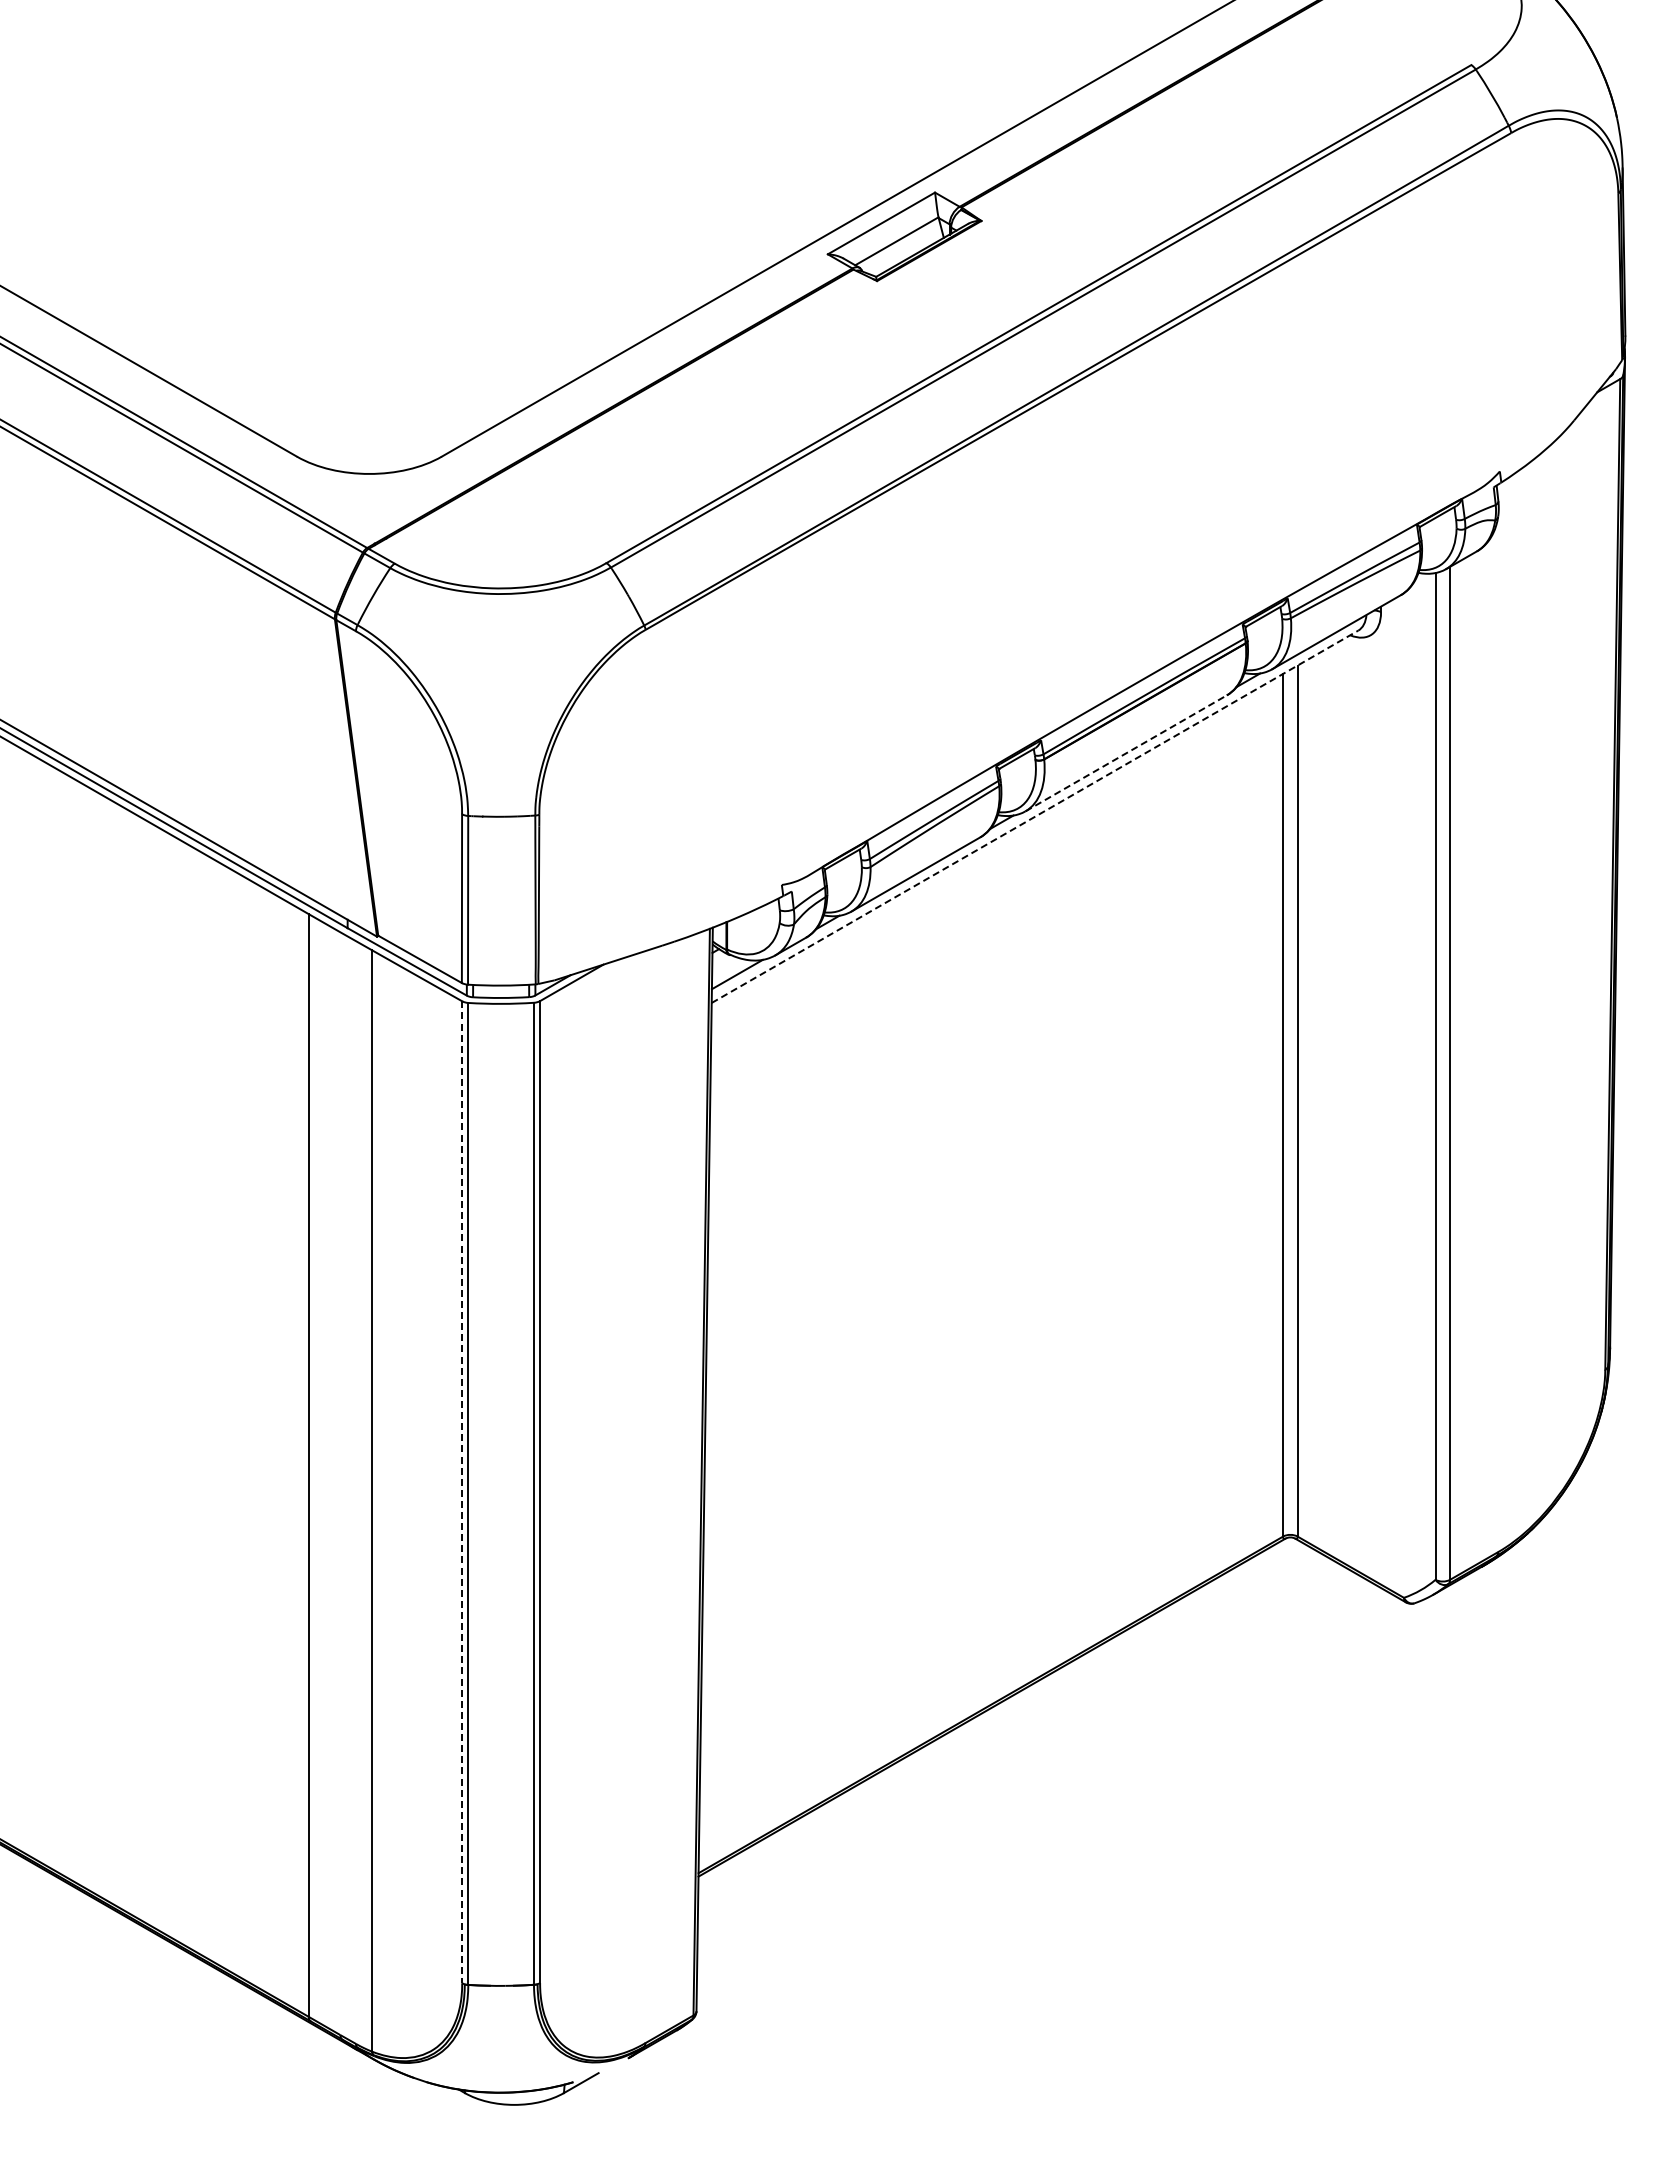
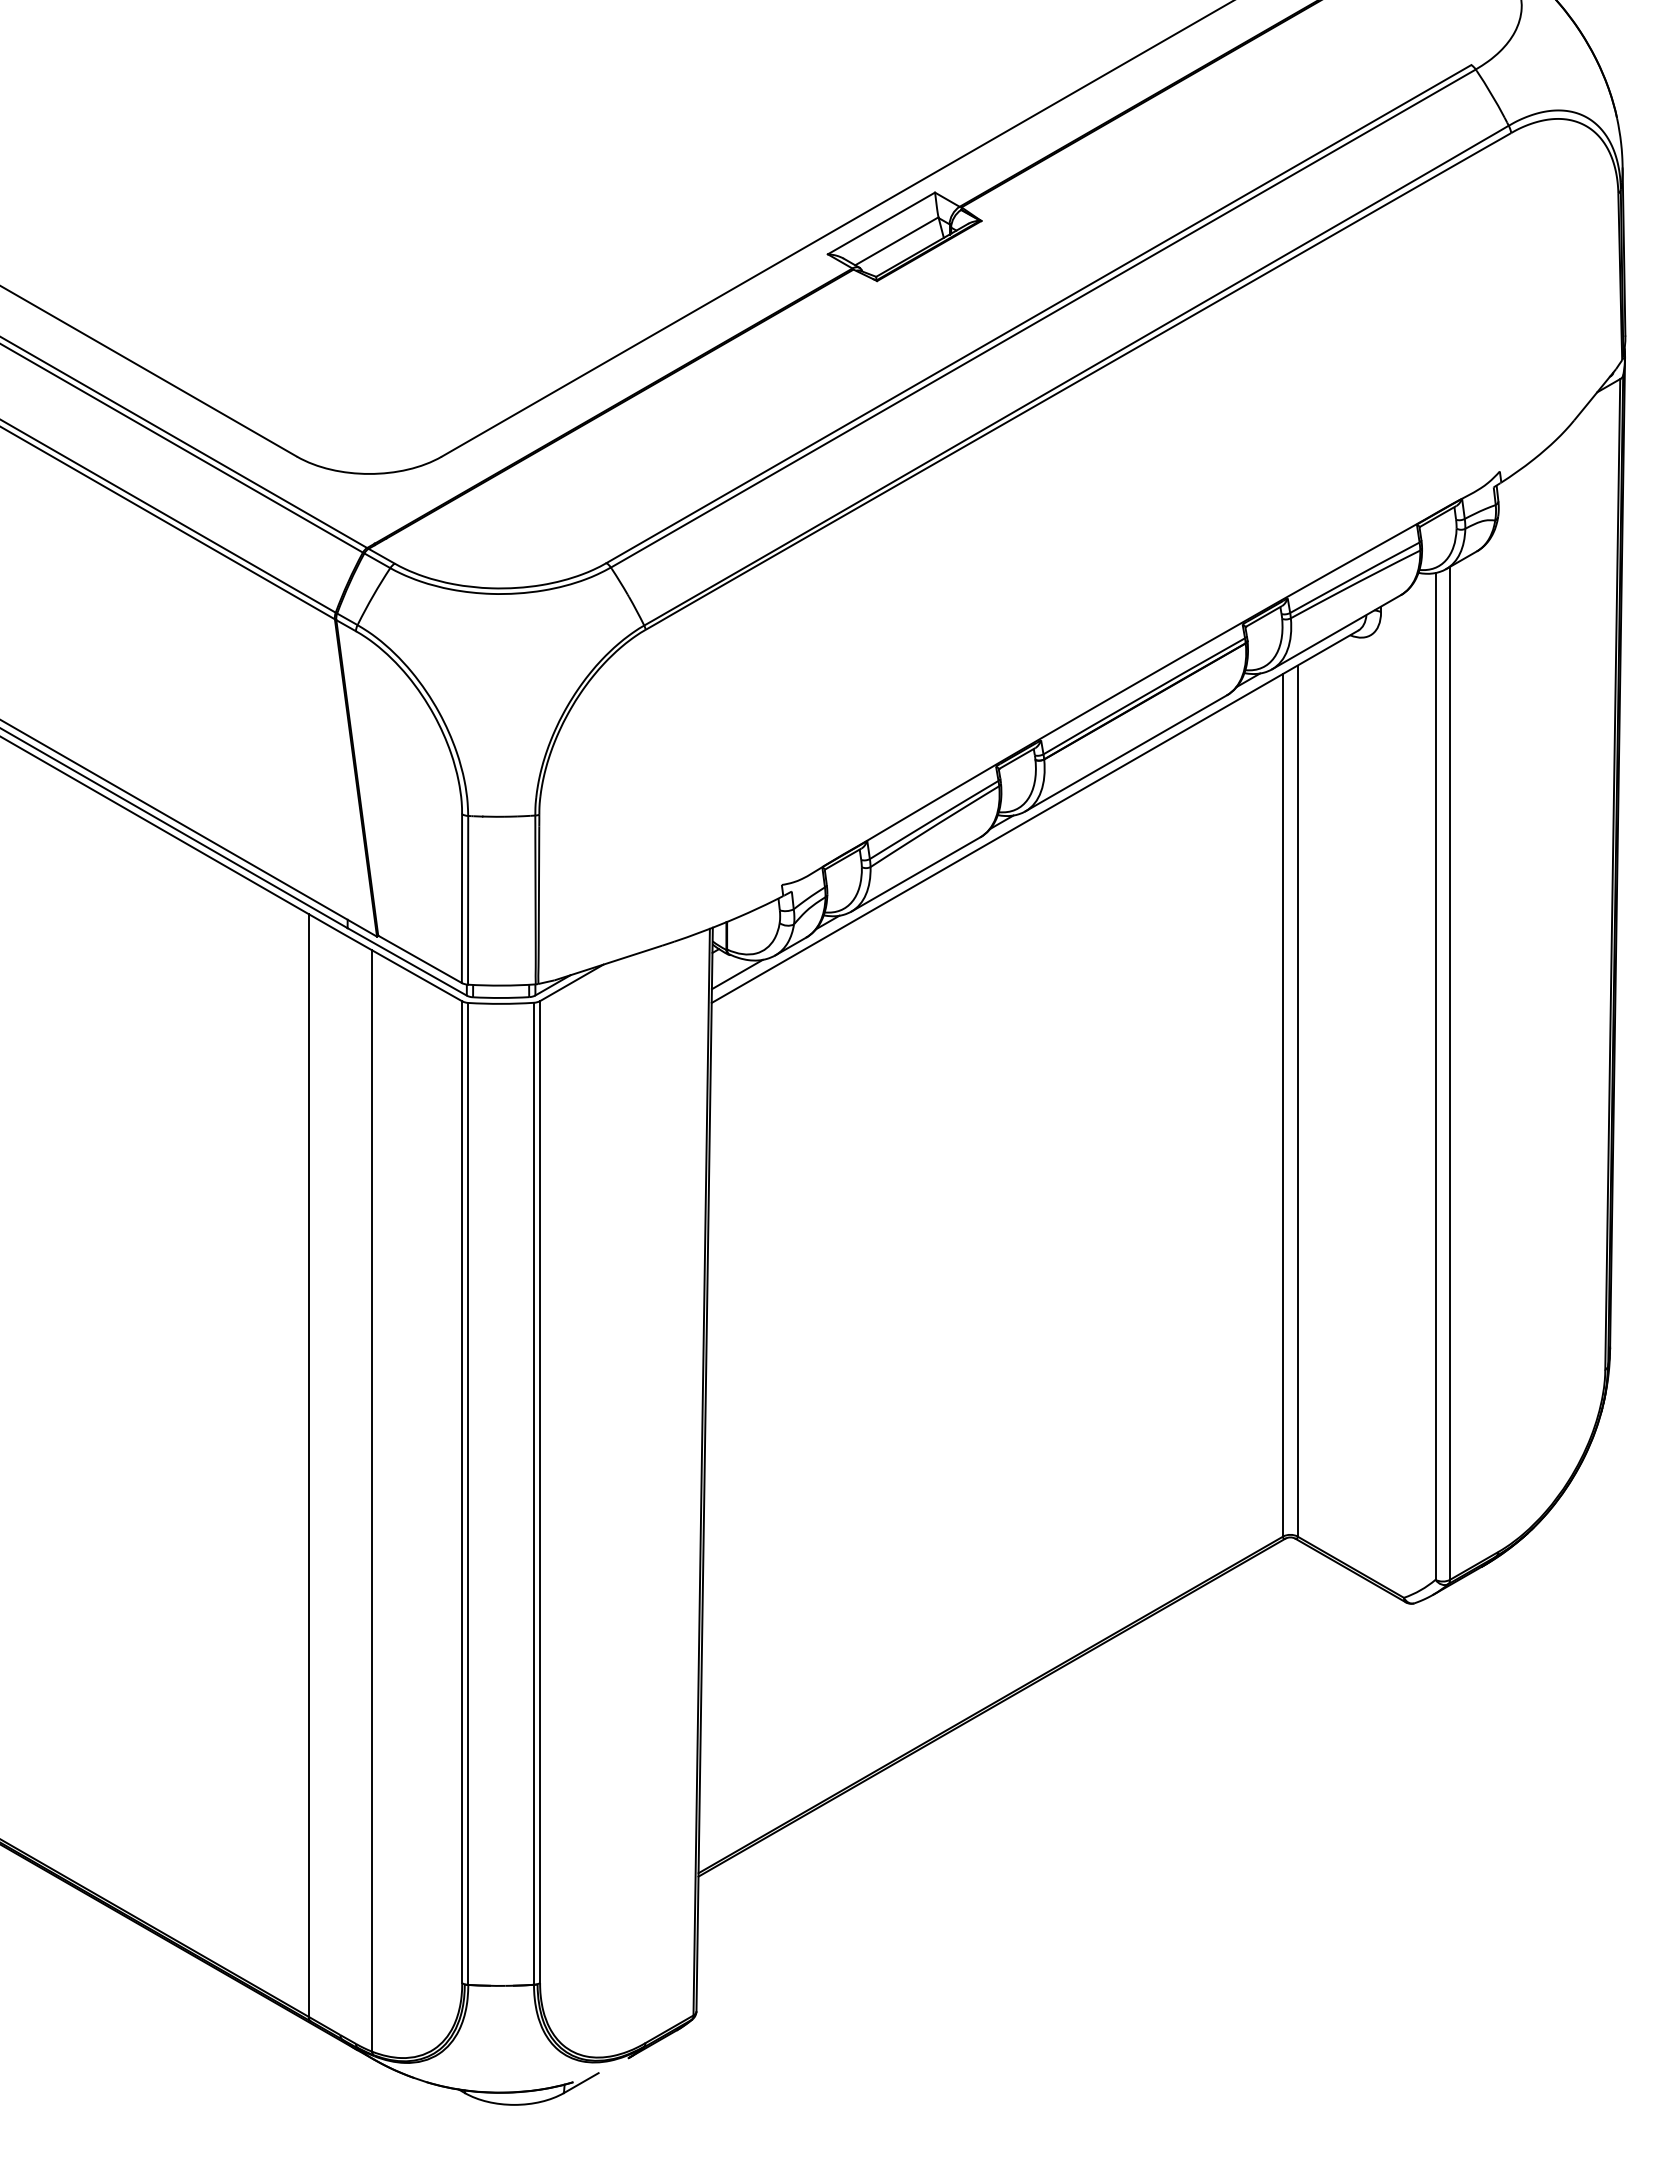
line at (1126, 753): dashed -> solid
line at (1035, 816): dashed -> solid
line at (462, 1492): dashed -> solid
